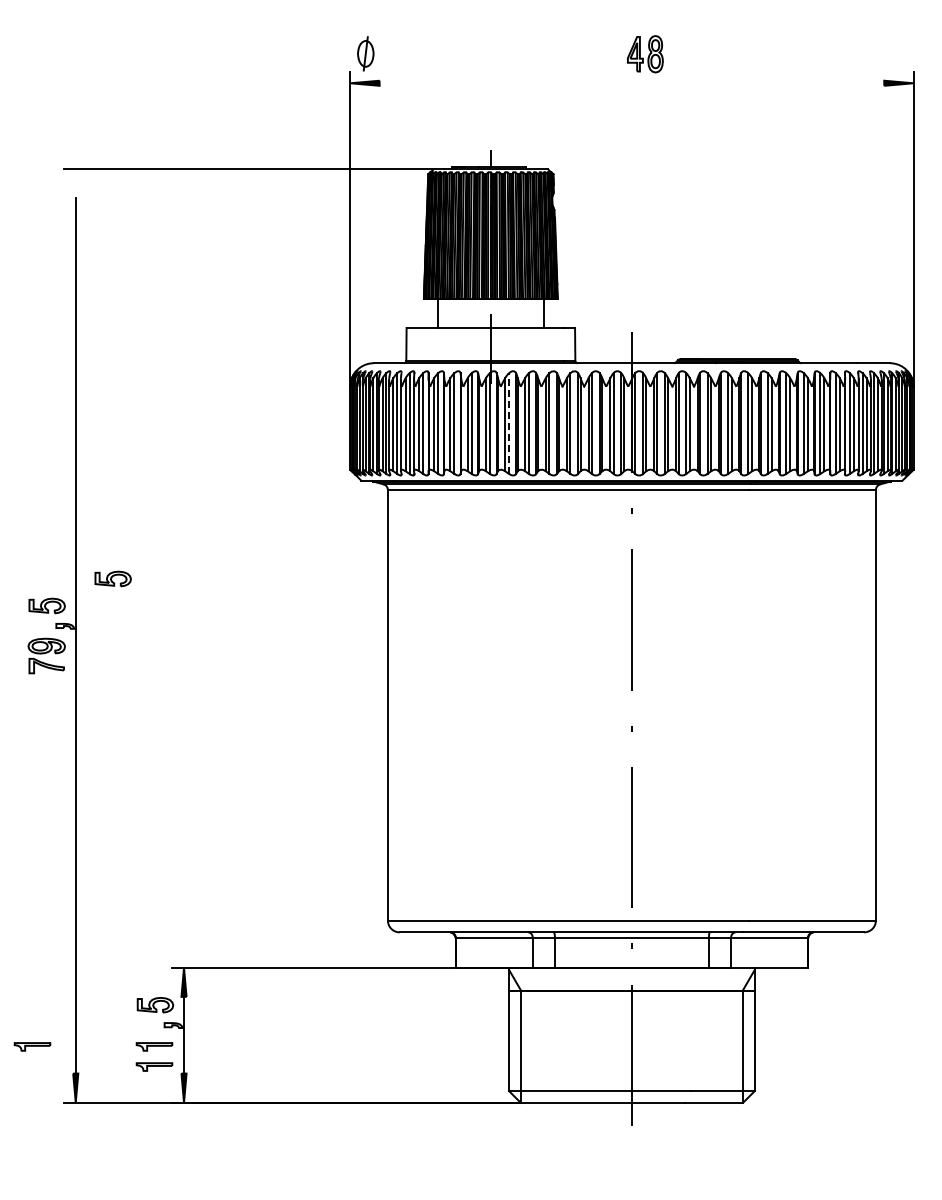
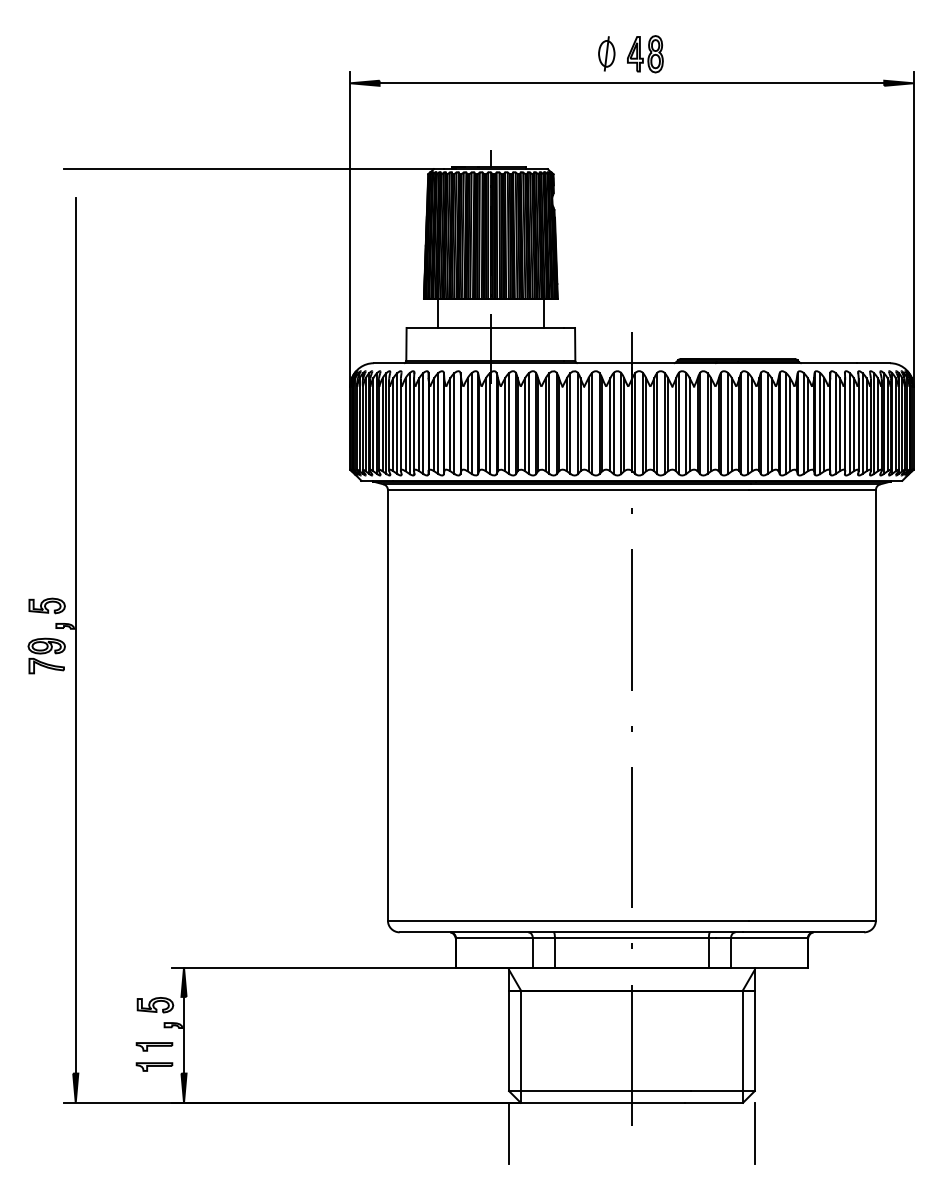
part at (365, 53) position: (365, 53) -> (606, 53)
line at (631, 83): none -> present
line at (509, 423): dashed -> solid
part at (112, 578): present -> none
part at (32, 1046): present -> none
line at (509, 1133): none -> present
line at (754, 1133): none -> present
